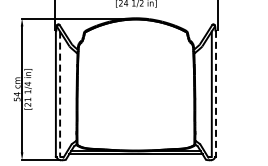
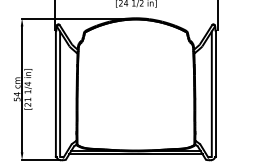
line at (60, 94): dashed -> solid
line at (216, 94): dashed -> solid
